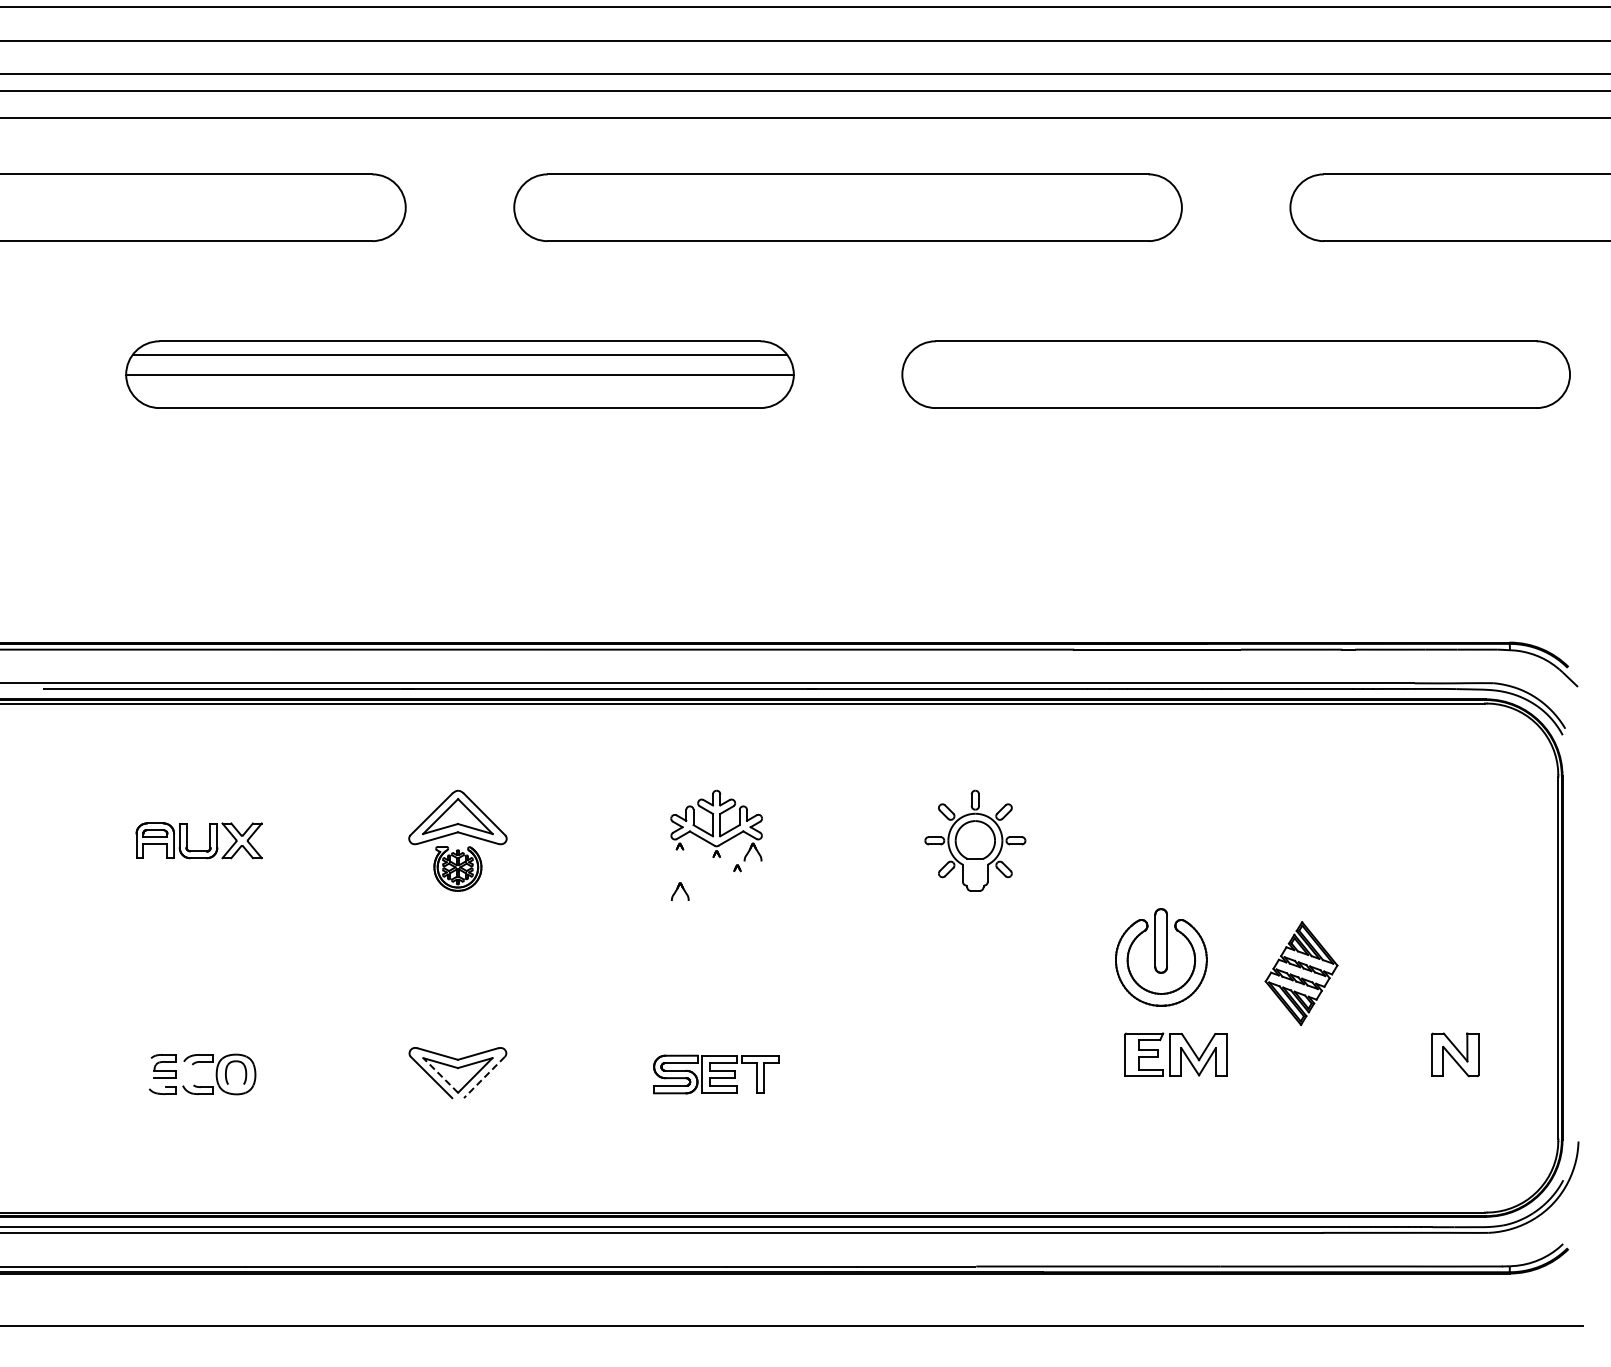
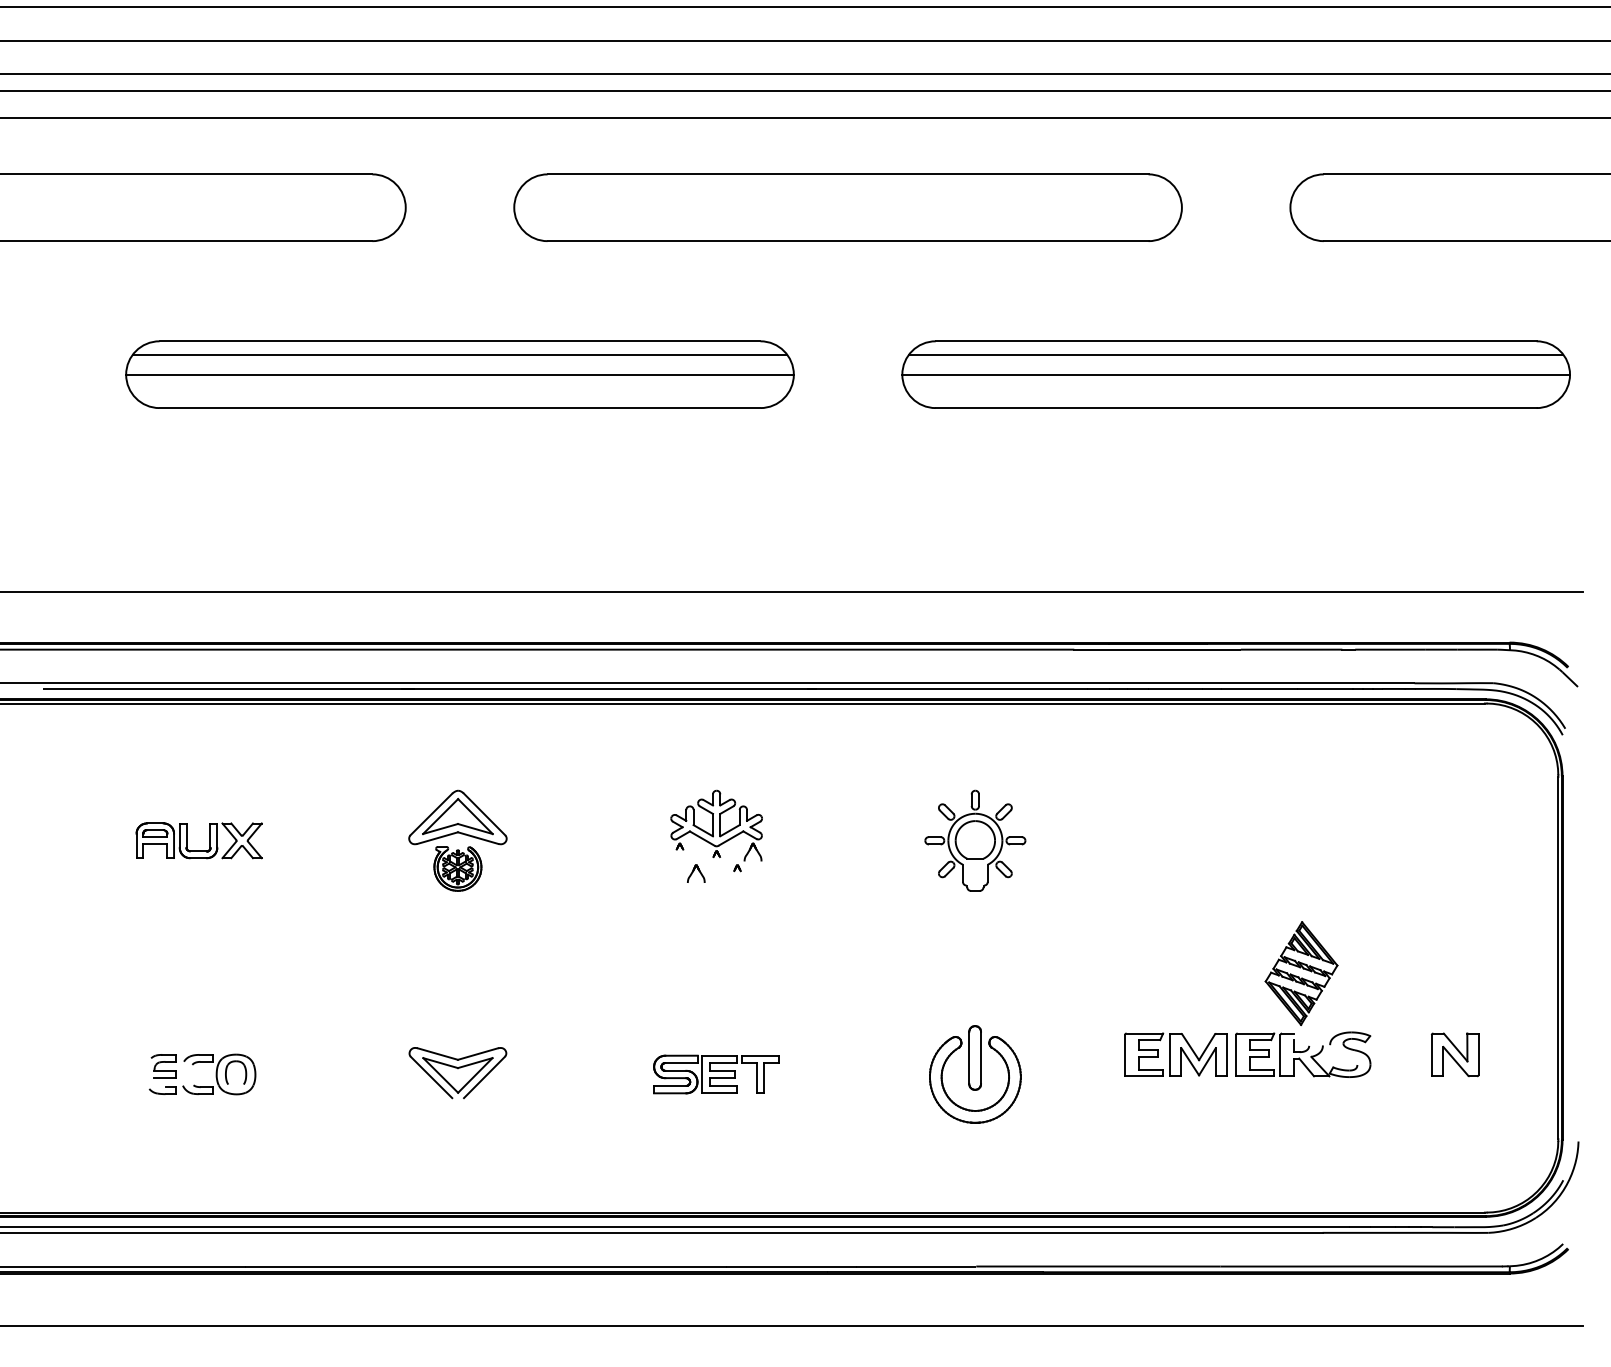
line at (1236, 354): none -> present
line at (1235, 374): none -> present
line at (792, 591): none -> present
part at (680, 891) position: (680, 891) -> (696, 873)
part at (1161, 957) position: (1161, 957) -> (975, 1074)
part at (1303, 1054): none -> present
line at (440, 1075): dashed -> solid
line at (484, 1077): dashed -> solid
